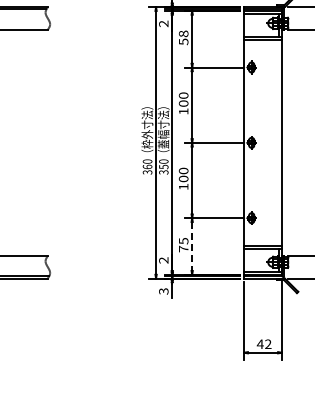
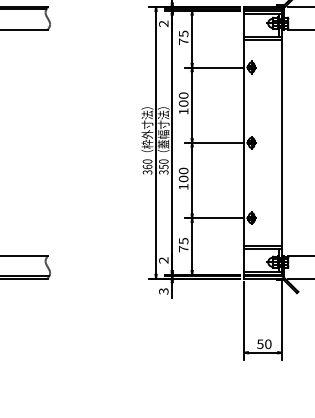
text at (183, 37): 58 -> 75
line at (192, 246): dashed -> solid
text at (263, 344): 42 -> 50
